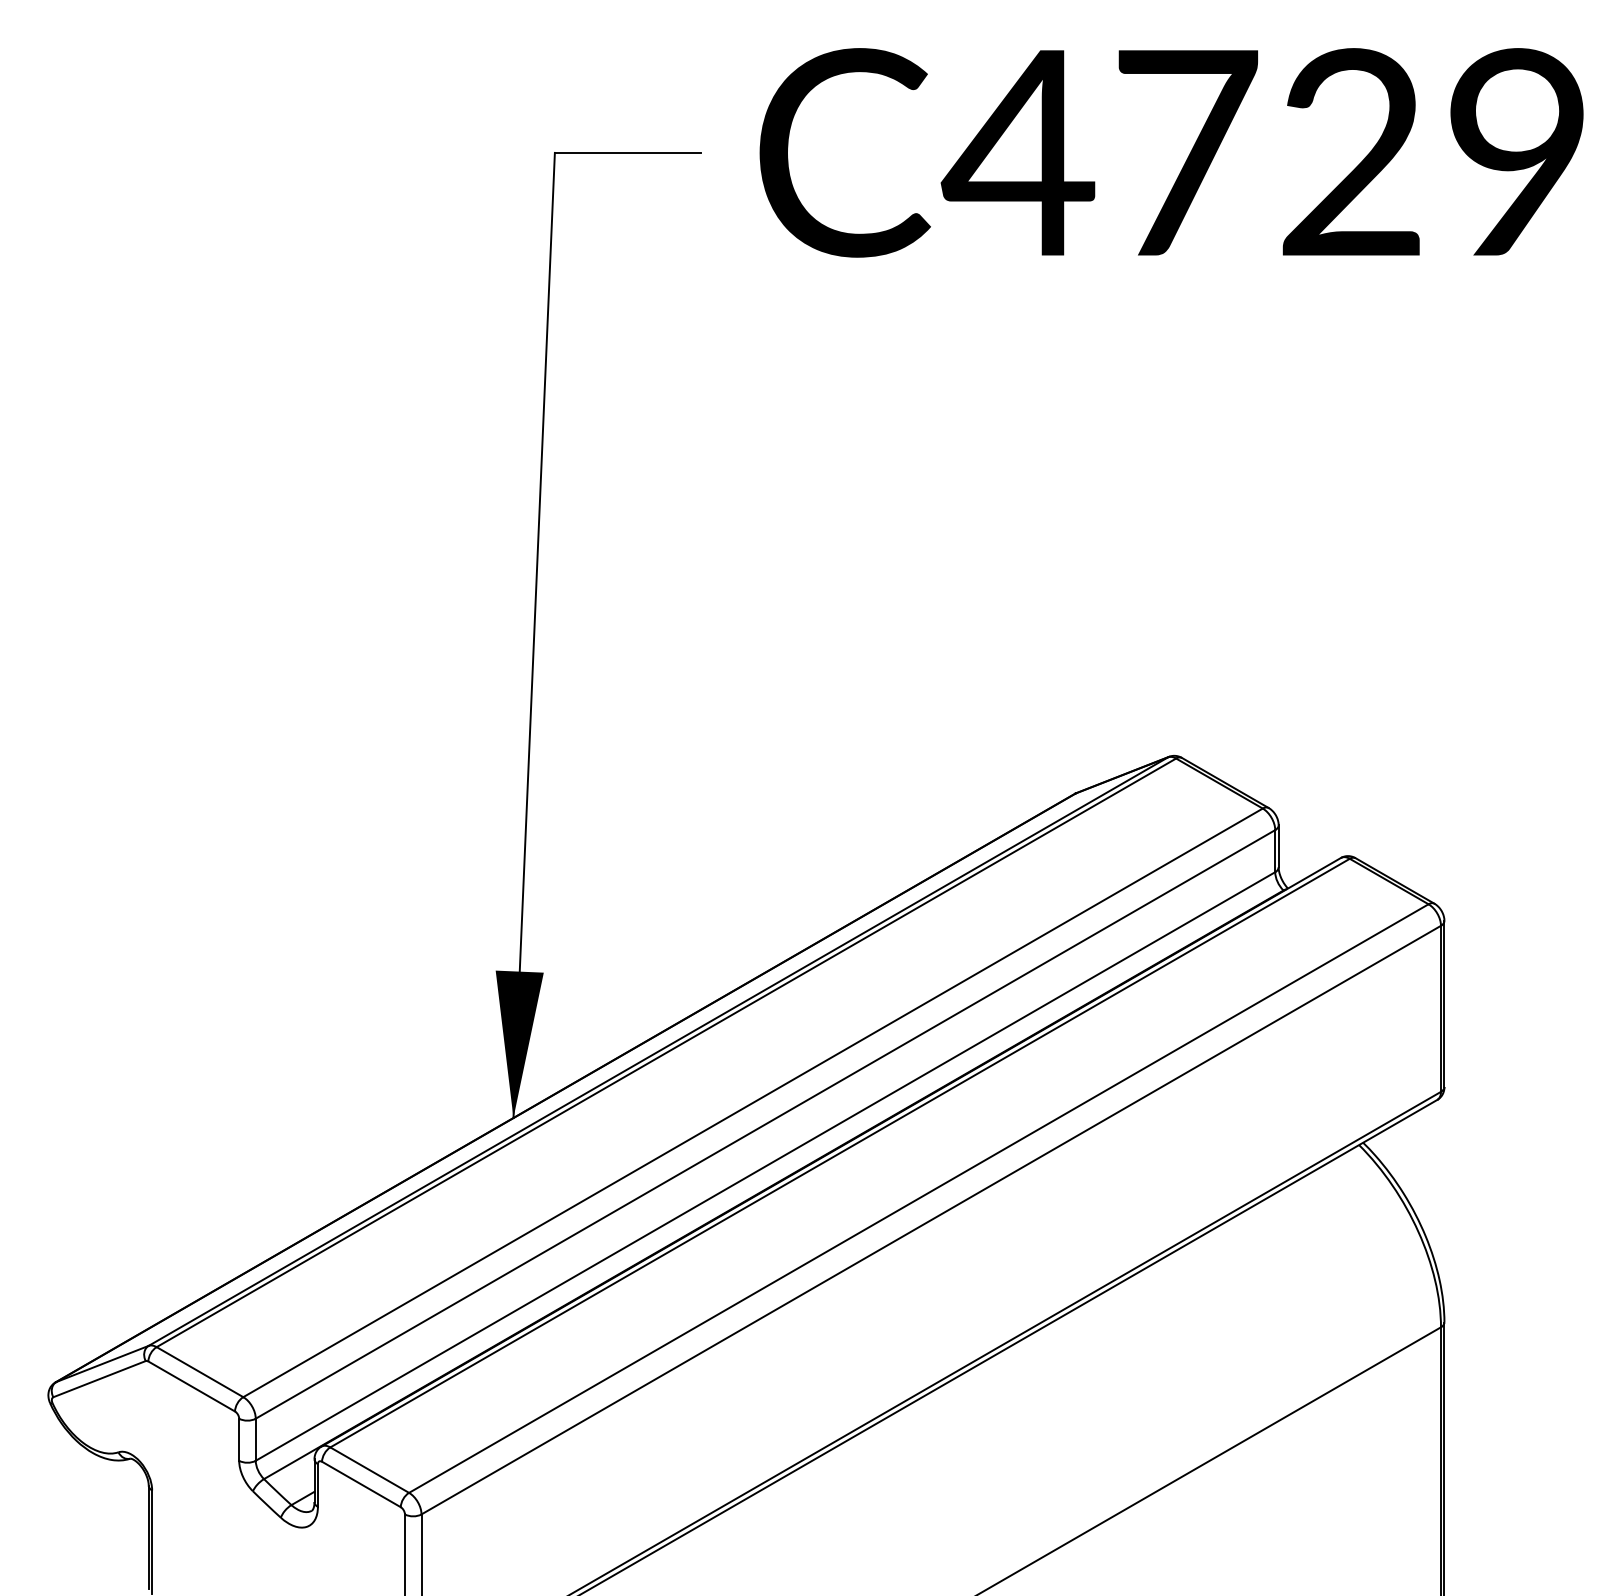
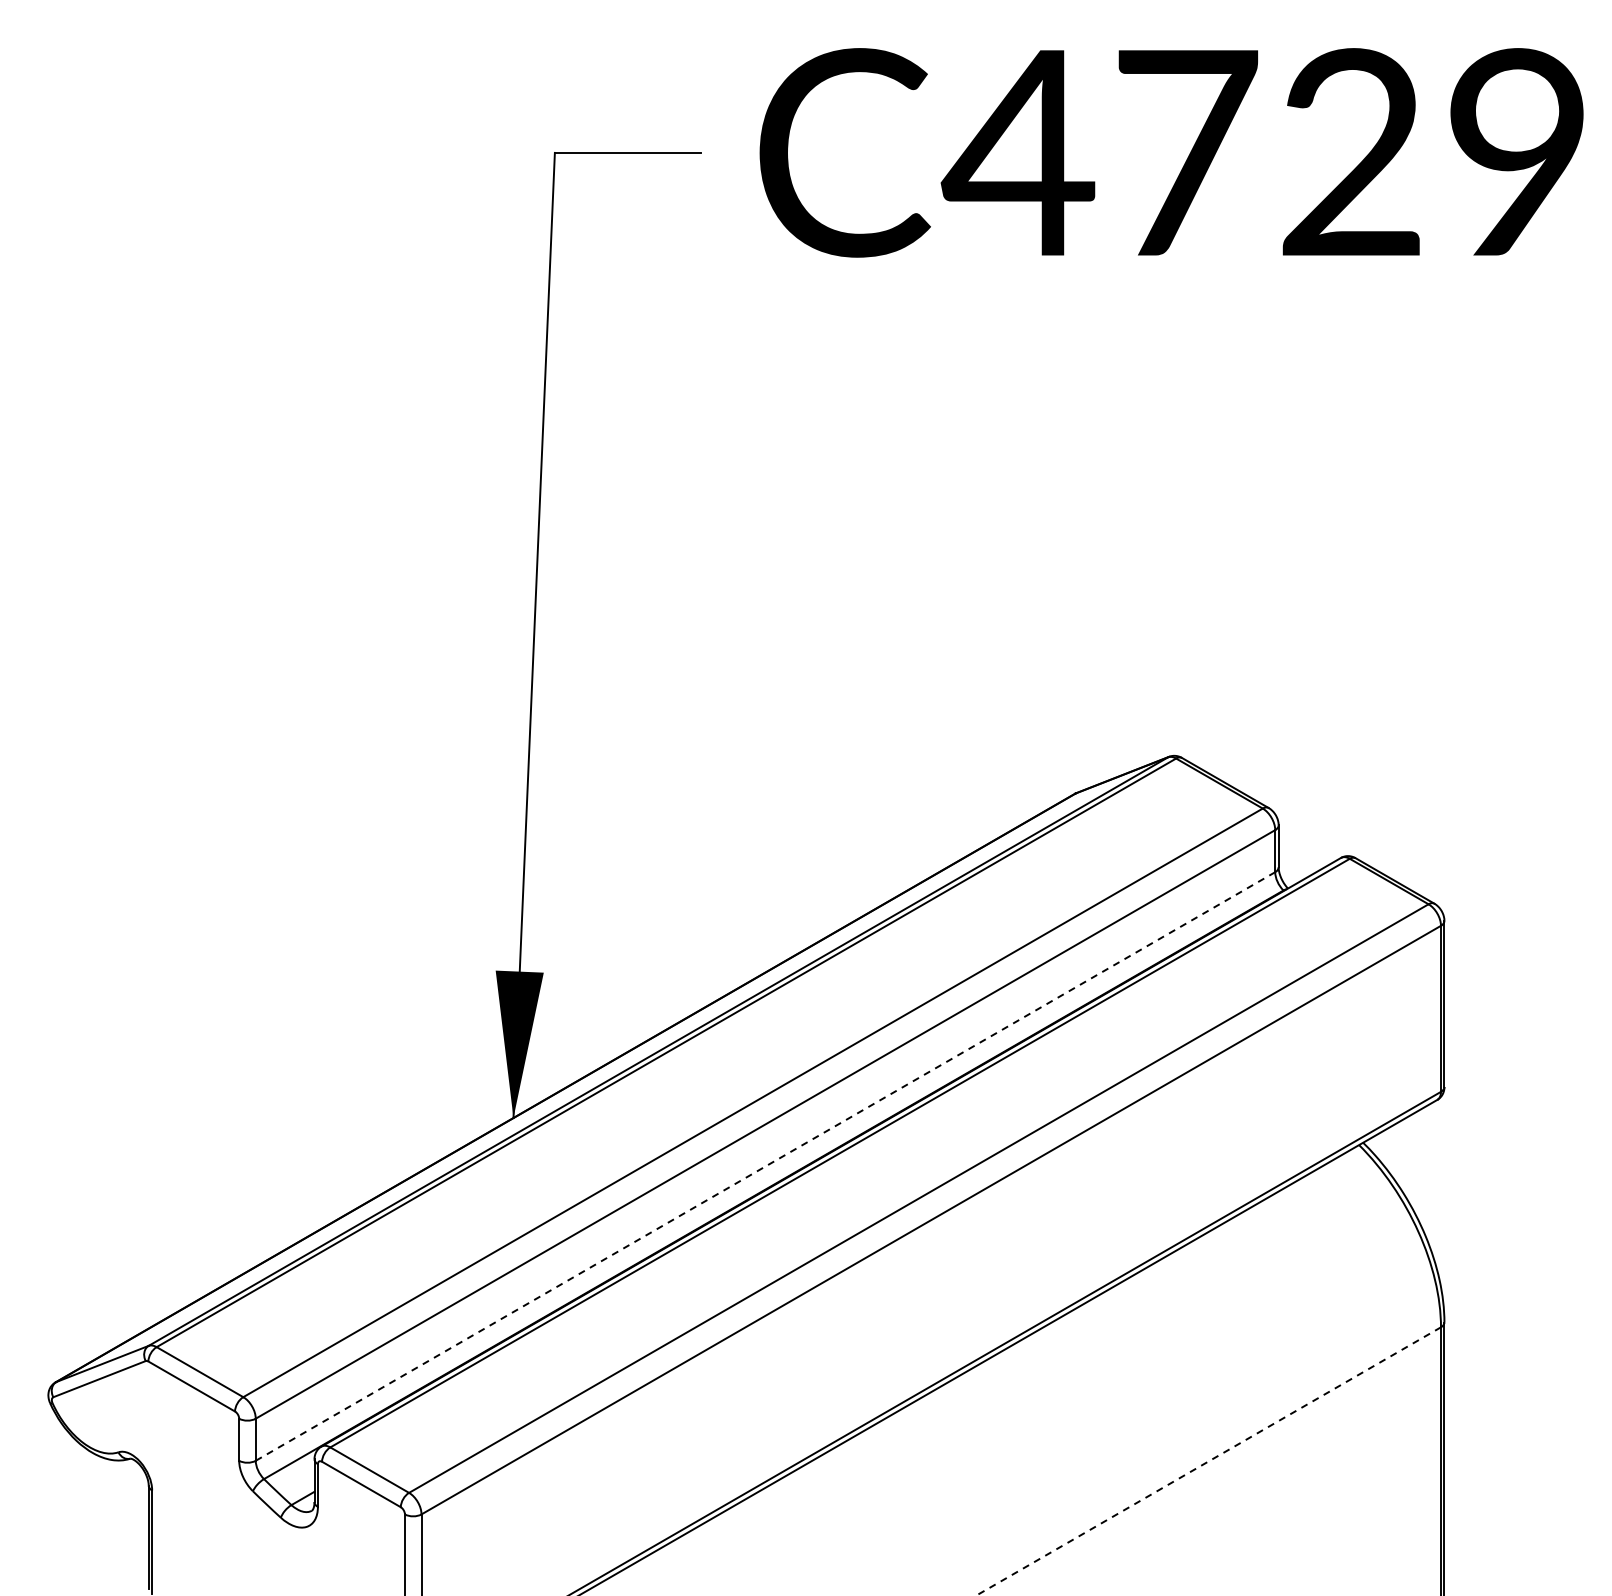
line at (765, 1166): solid -> dashed
line at (1209, 1461): solid -> dashed
